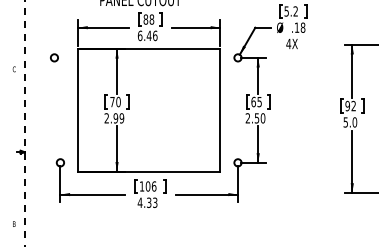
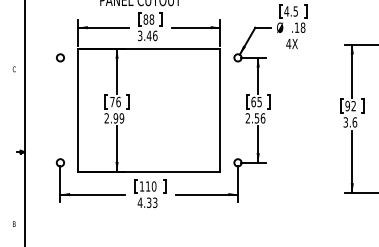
text at (290, 11): 5.2 -> 4.5
text at (139, 35): 6.46 -> 3.46
circle at (54, 57) position: (54, 57) -> (60, 57)
text at (118, 101): 70 -> 76
text at (263, 118): 2.50 -> 2.56
text at (350, 121): 5.0 -> 3.6
line at (24, 123): dashed -> solid
text at (150, 186): 106 -> 110
